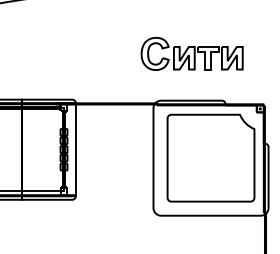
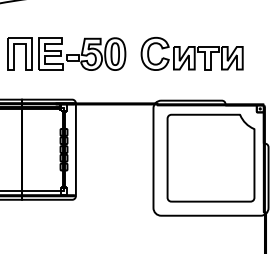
part at (66, 53): none -> present
